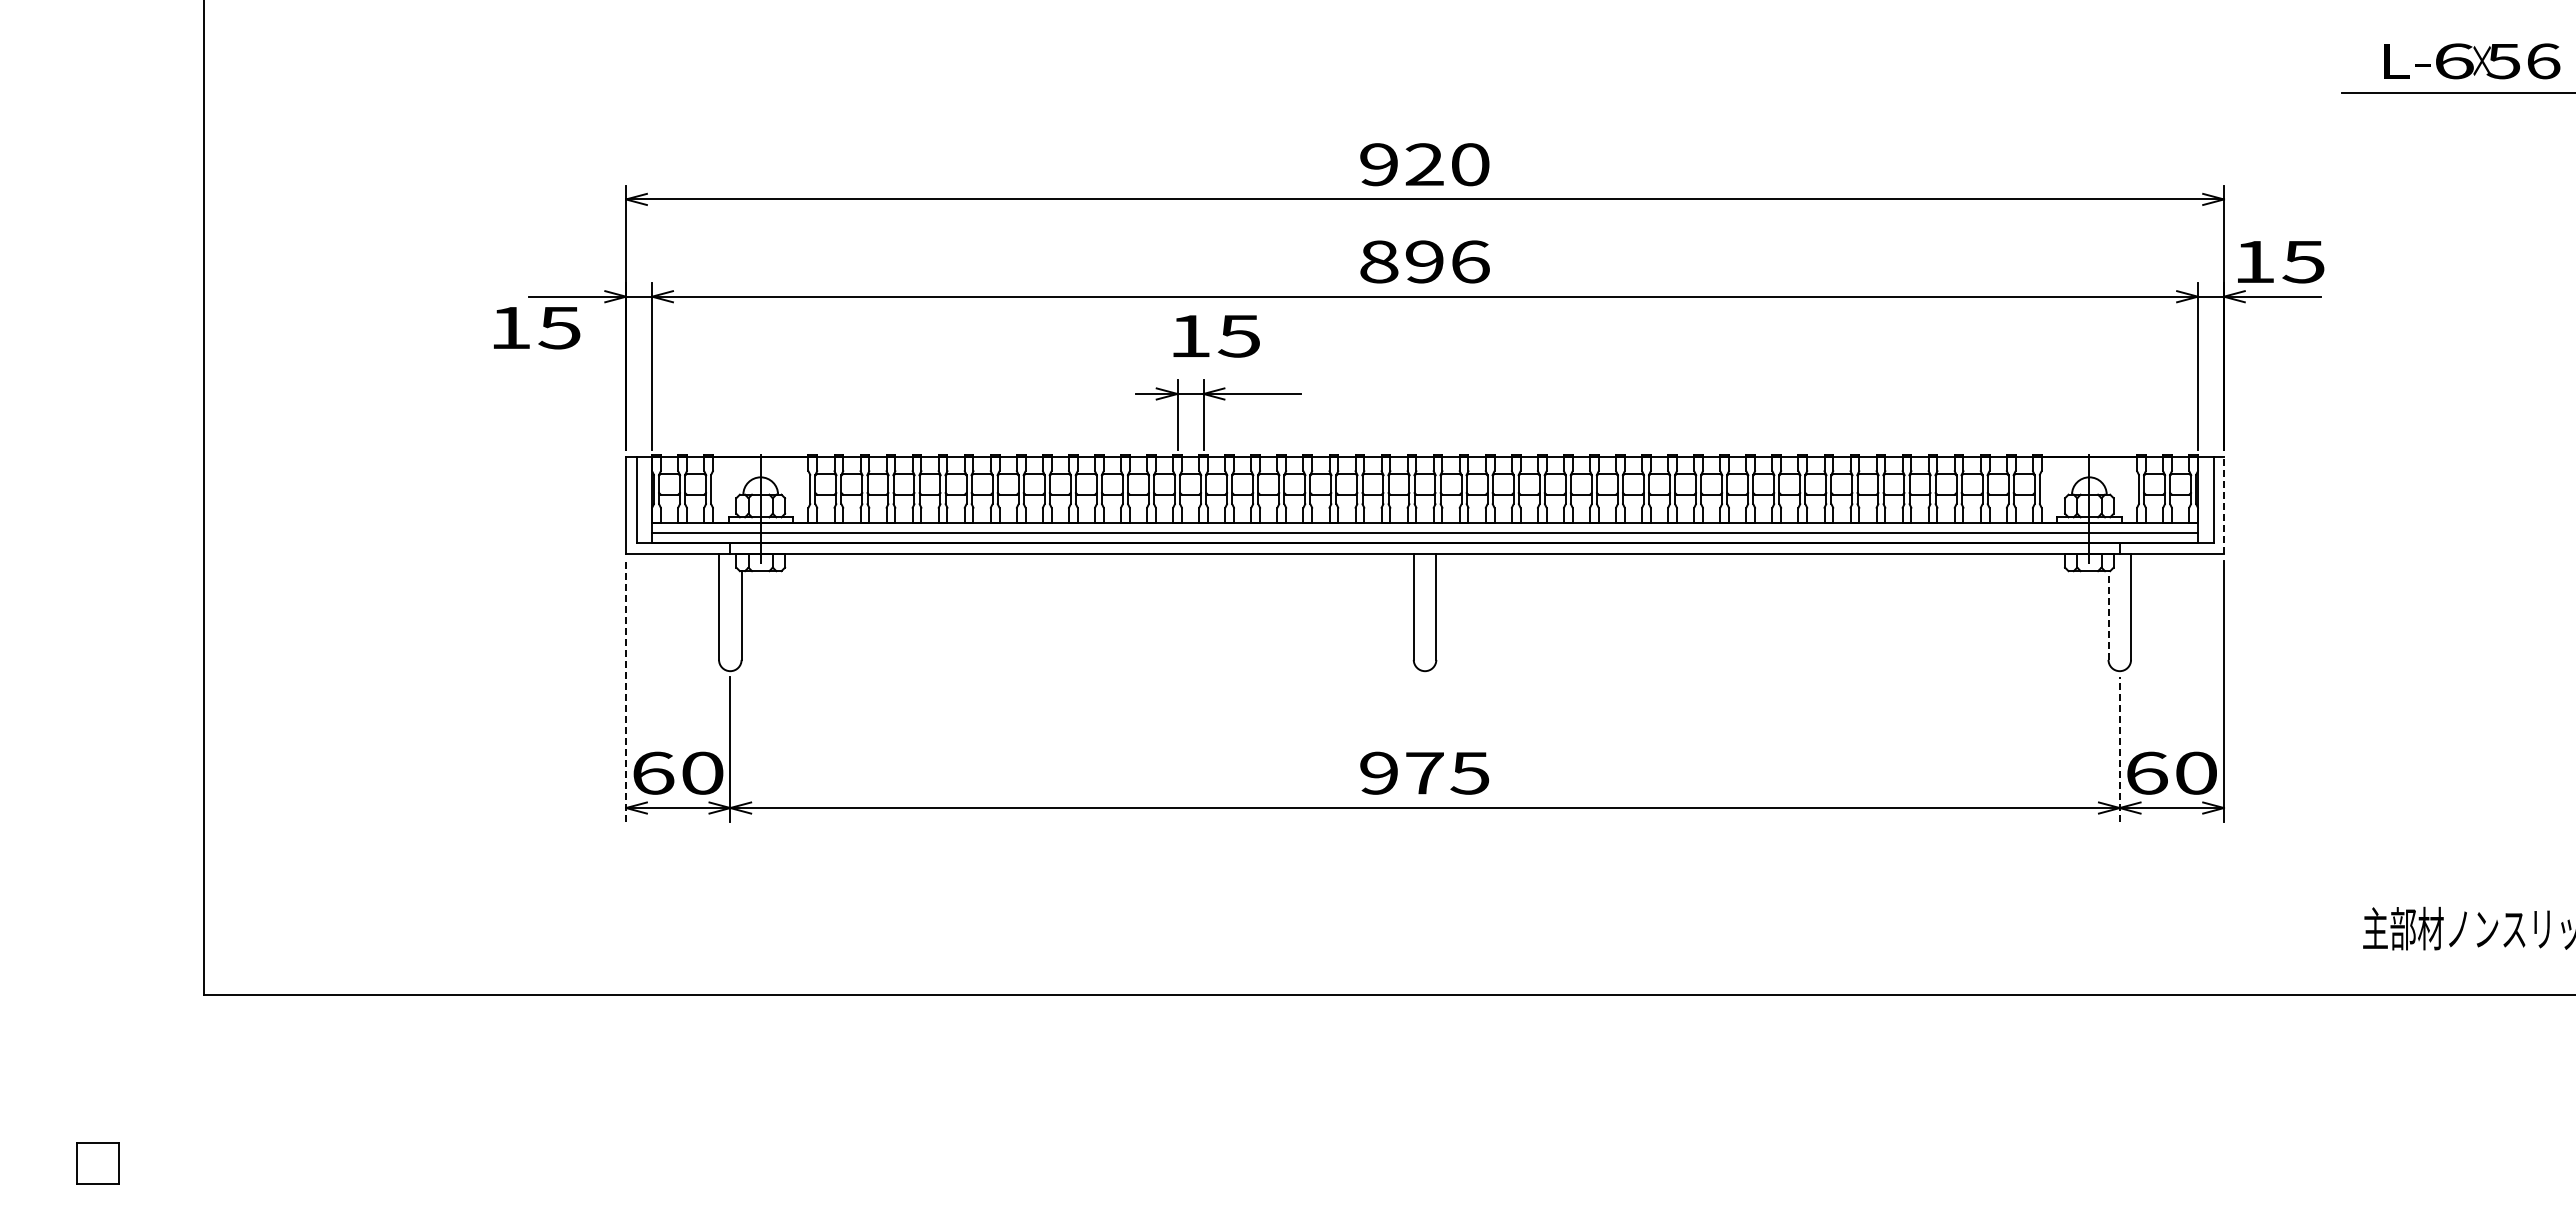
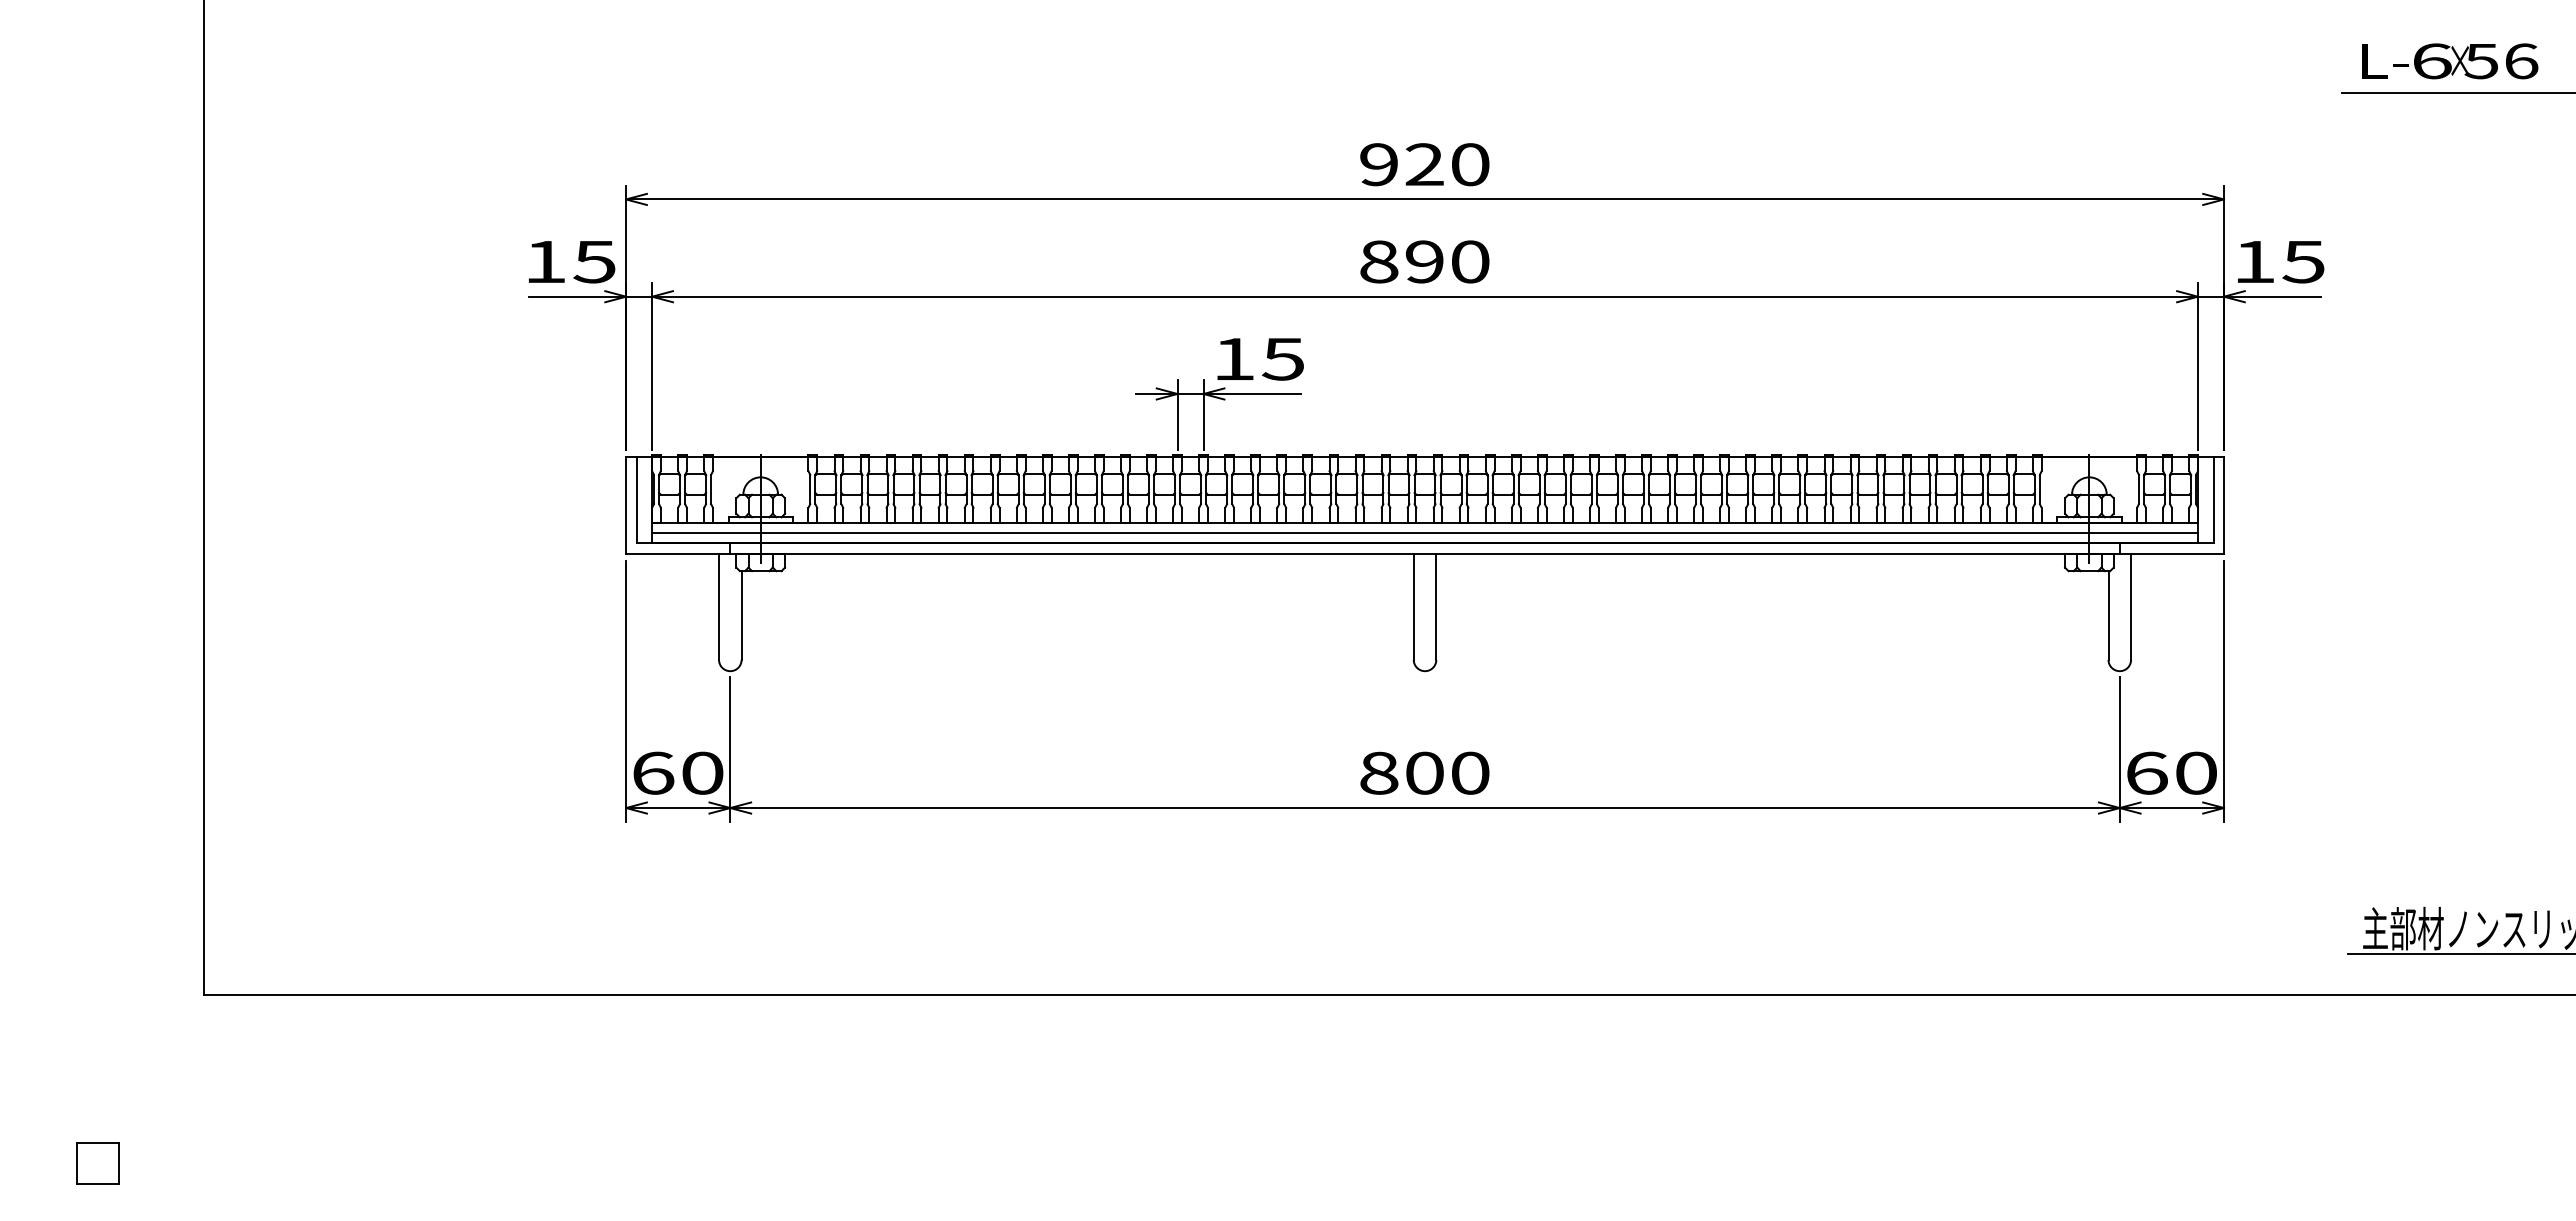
text at (2472, 61) position: (2472, 61) -> (2450, 61)
text at (1470, 261): 896 -> 890
text at (537, 328) position: (537, 328) -> (572, 262)
text at (1216, 336) position: (1216, 336) -> (1260, 359)
line at (2223, 505): dashed -> solid
line at (2108, 615): dashed -> solid
line at (626, 691): dashed -> solid
line at (2119, 749): dashed -> solid
text at (1424, 772): 975 -> 800
line at (2459, 953): none -> present
